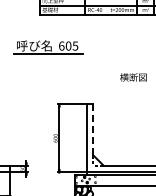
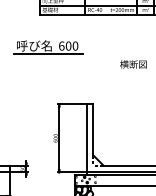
text at (75, 45): 605 -> 600
text at (133, 77) position: (133, 77) -> (133, 64)
line at (93, 129): dashed -> solid
